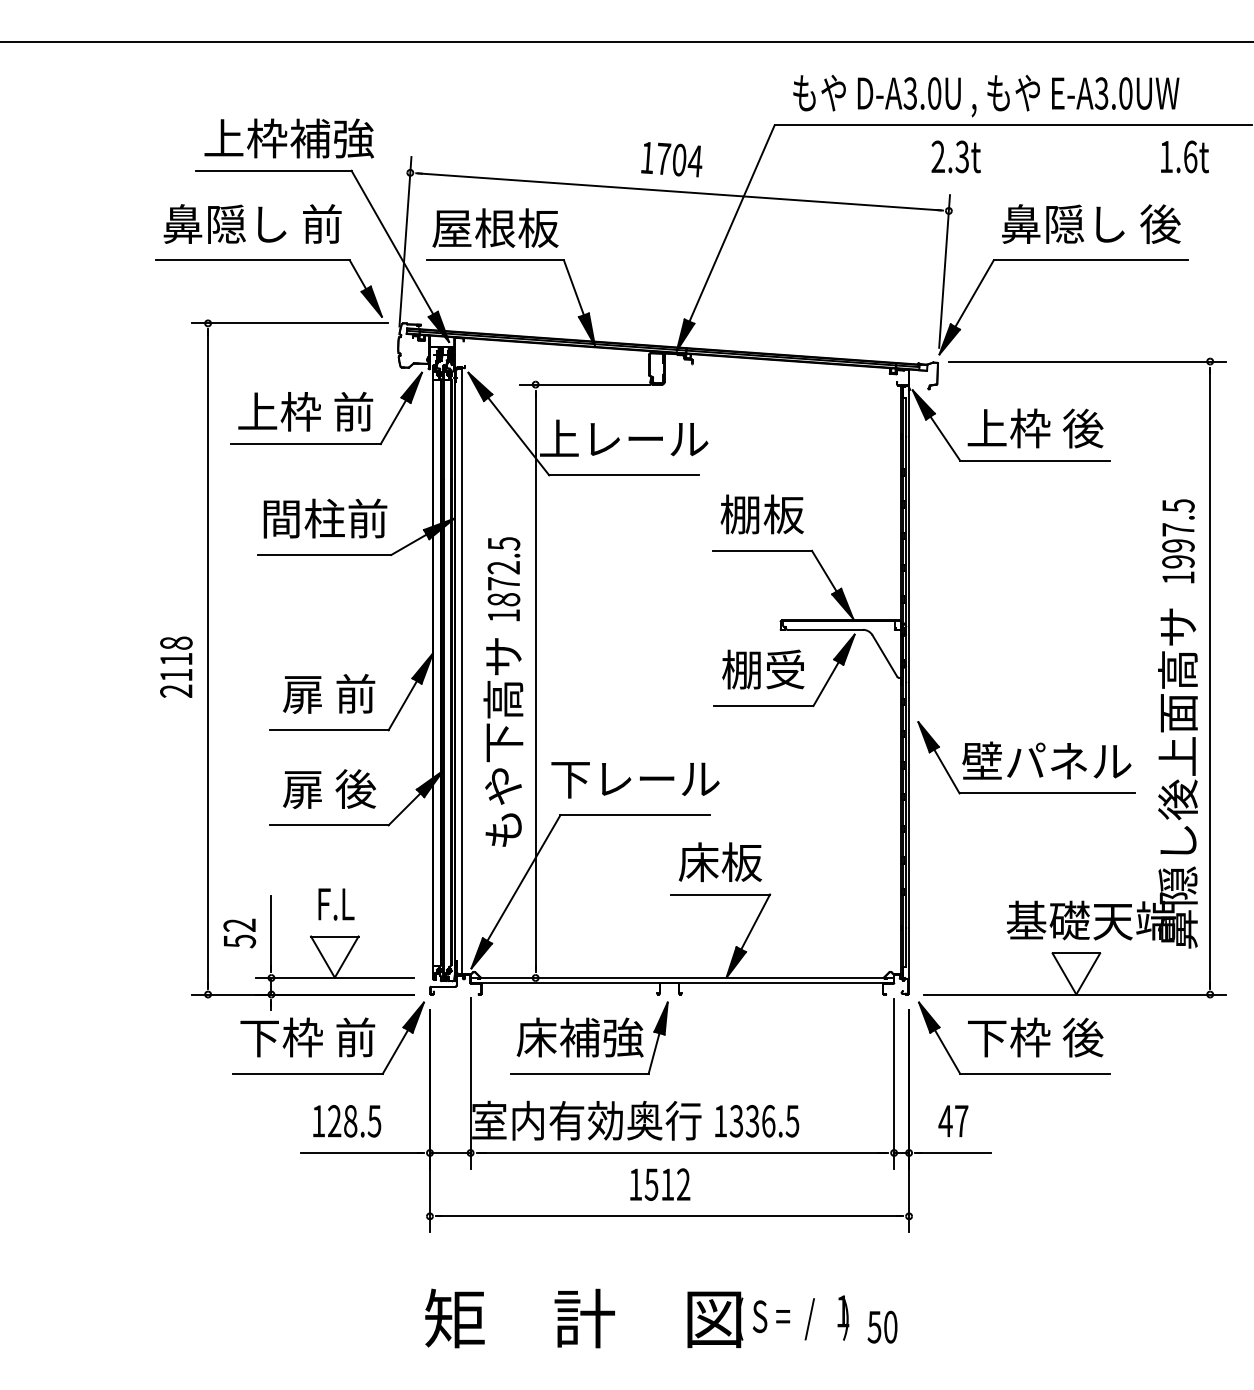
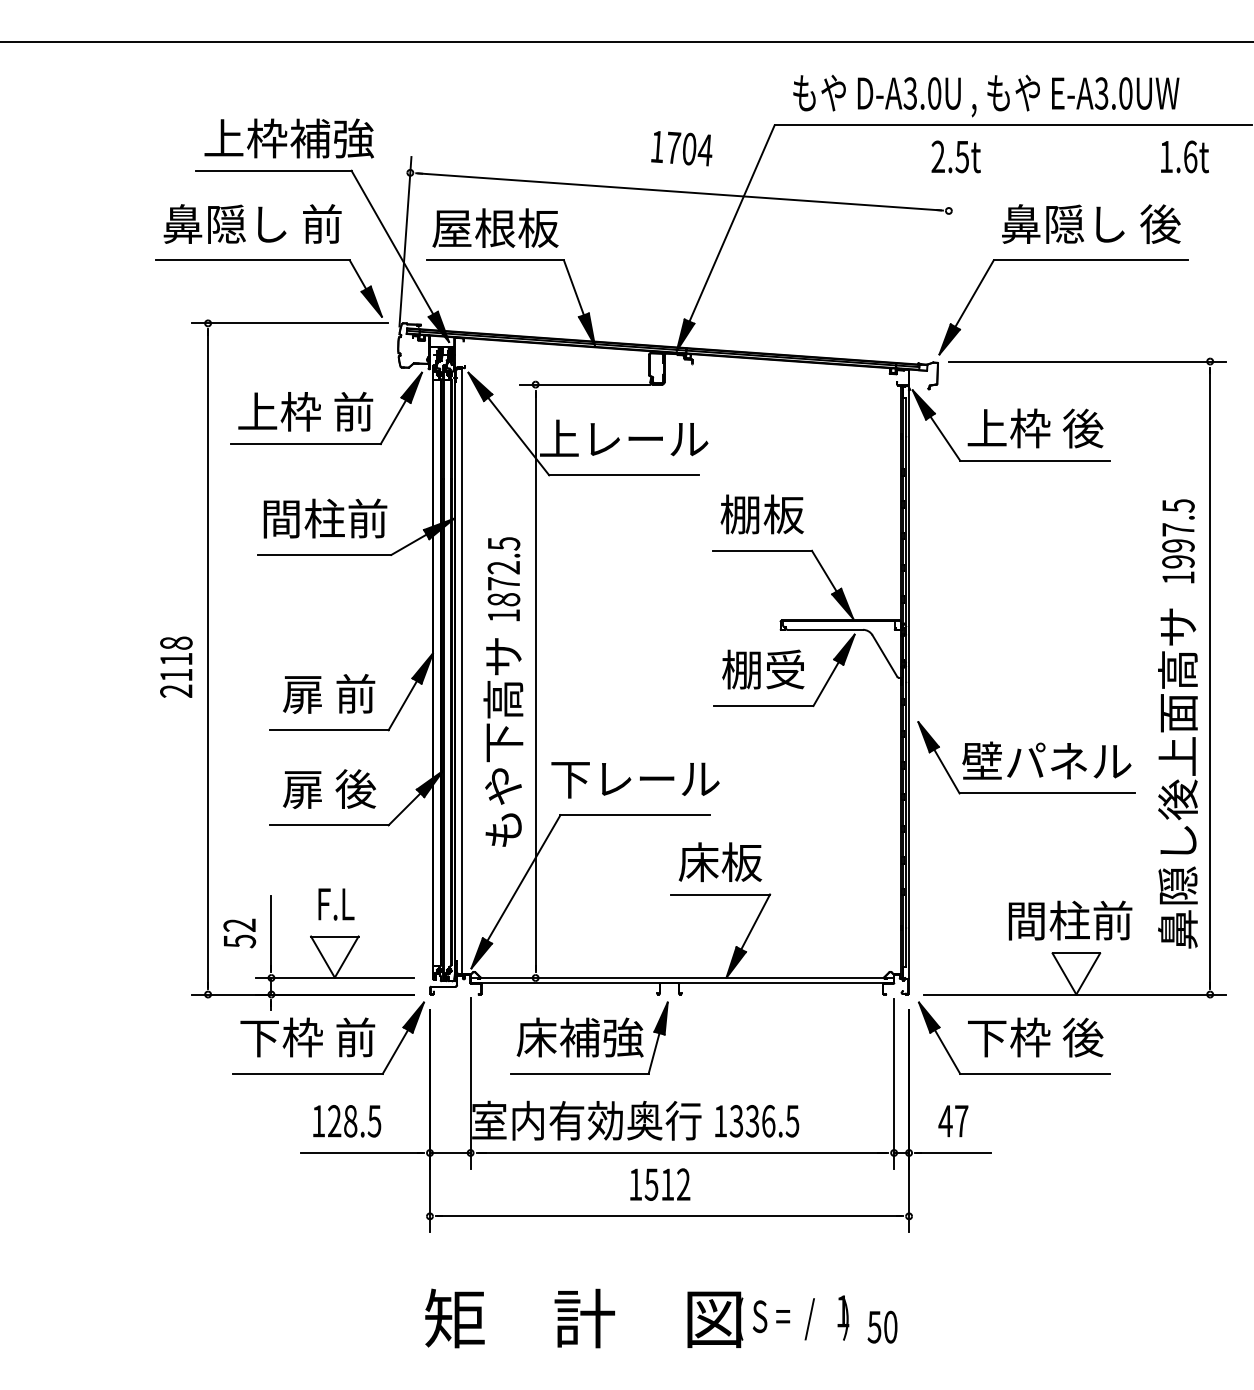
text at (961, 156): 2.3t -> 2.5t
text at (671, 159) position: (671, 159) -> (681, 148)
line at (944, 271): present -> none
text at (1090, 920): 基礎天端 -> 間柱前
